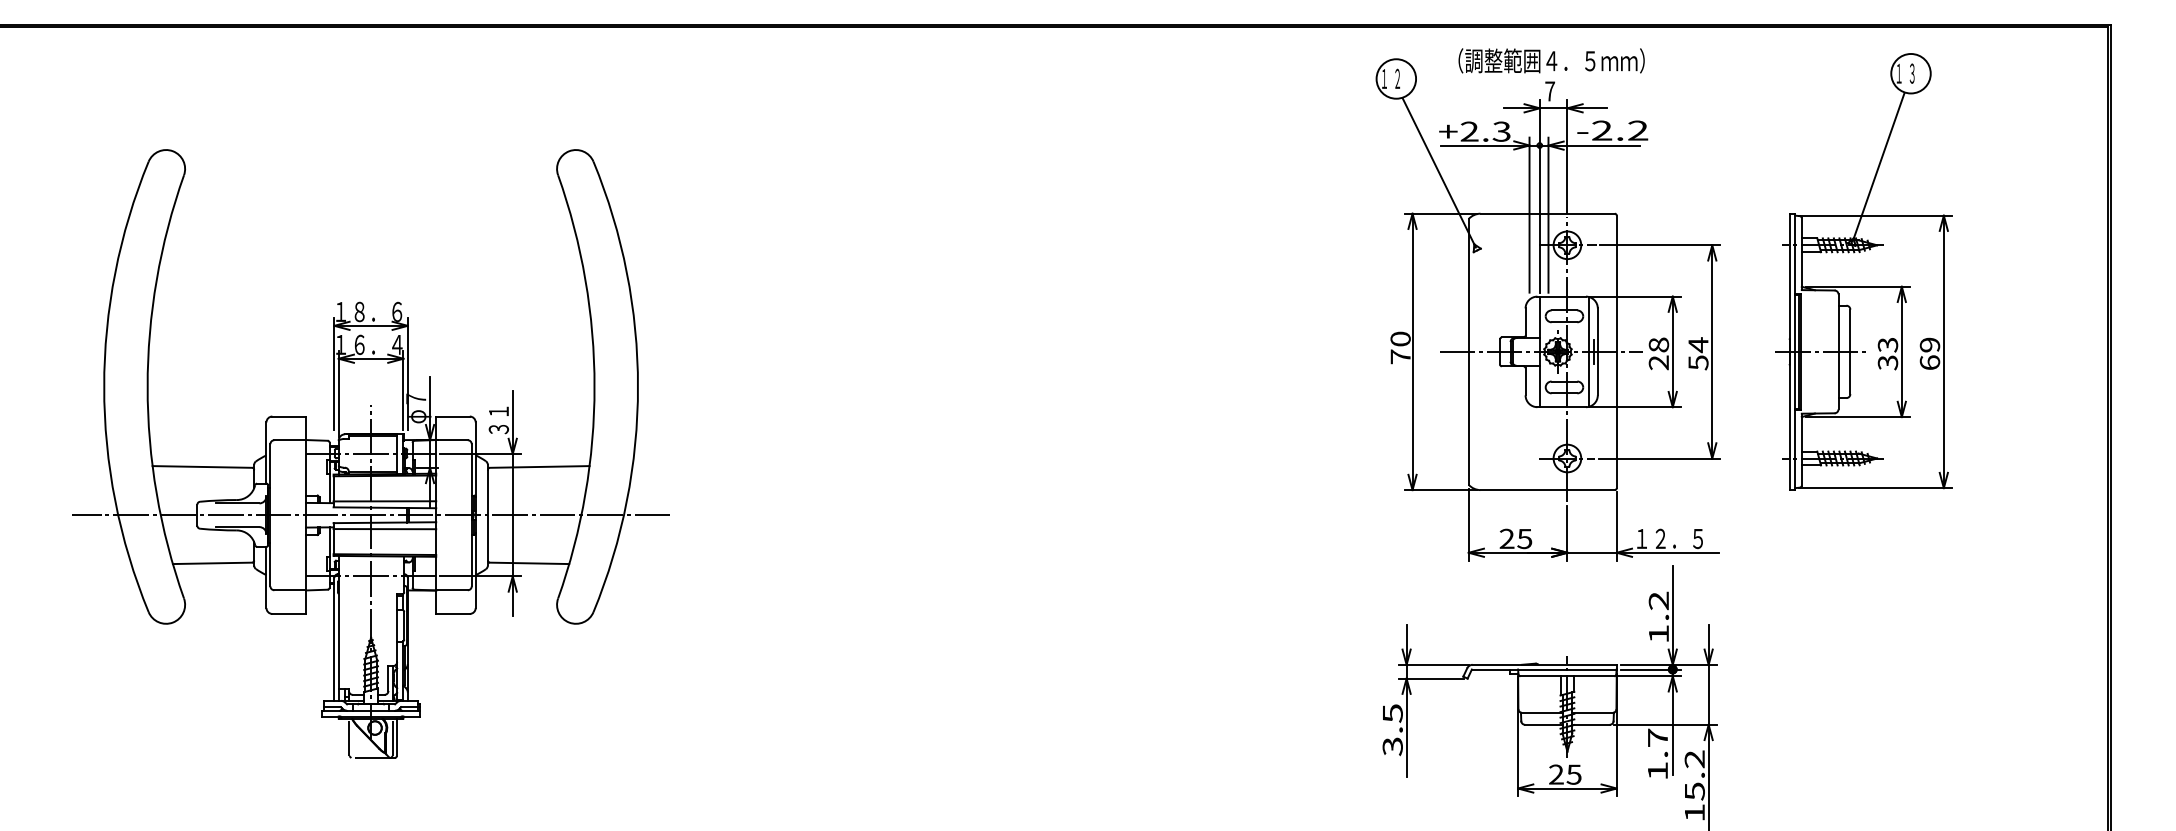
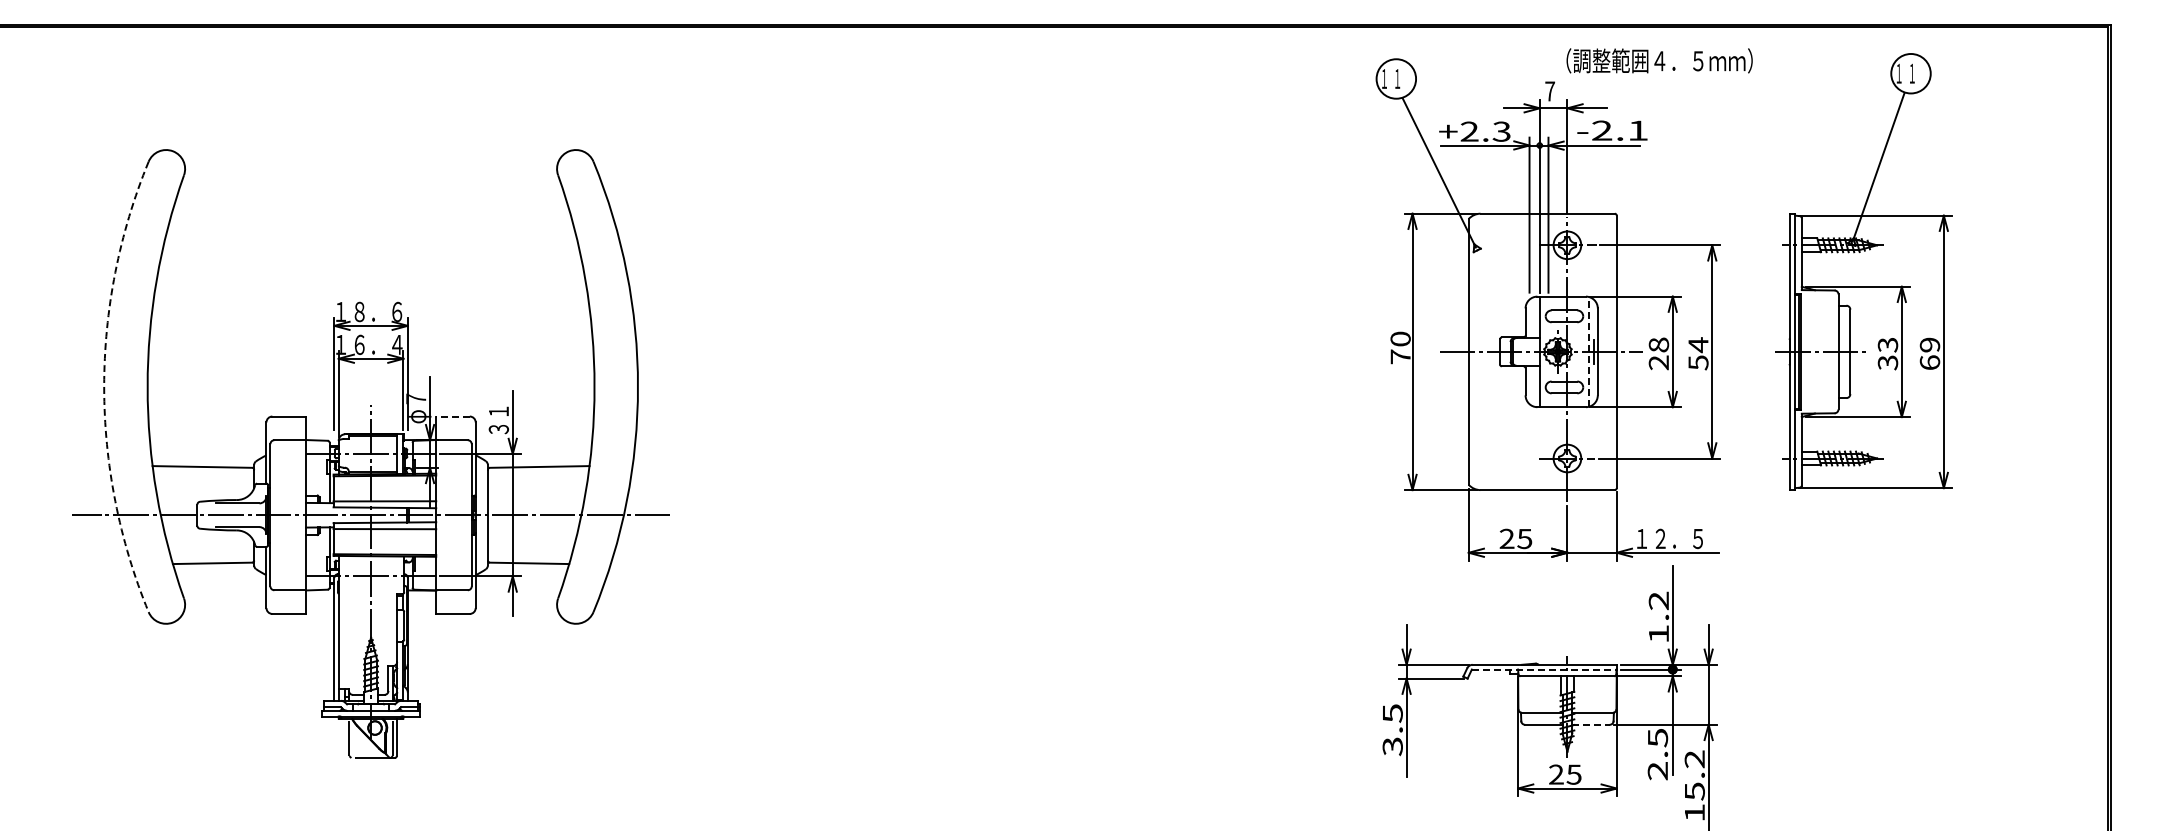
text at (1551, 60) position: (1551, 60) -> (1659, 60)
text at (1911, 73): ３ -> １
text at (1397, 77): ２ -> １
text at (1638, 130): -2.2 -> -2.1
line at (1589, 351): solid -> dashed
arc at (104, 386): solid -> dashed
line at (453, 416): solid -> dashed
line at (1544, 669): solid -> dashed
line at (1591, 724): solid -> dashed
text at (1657, 754): 1.7 -> 2.5
